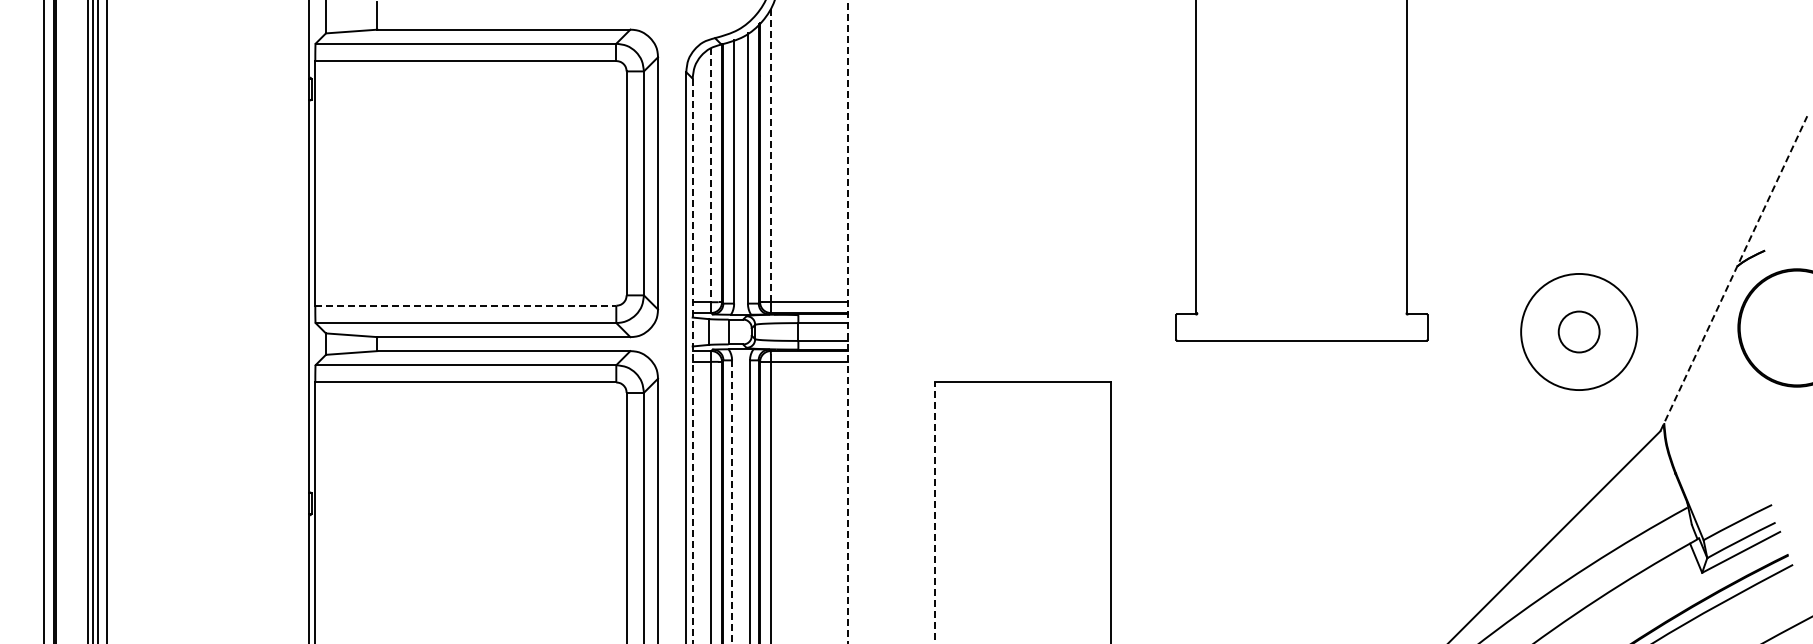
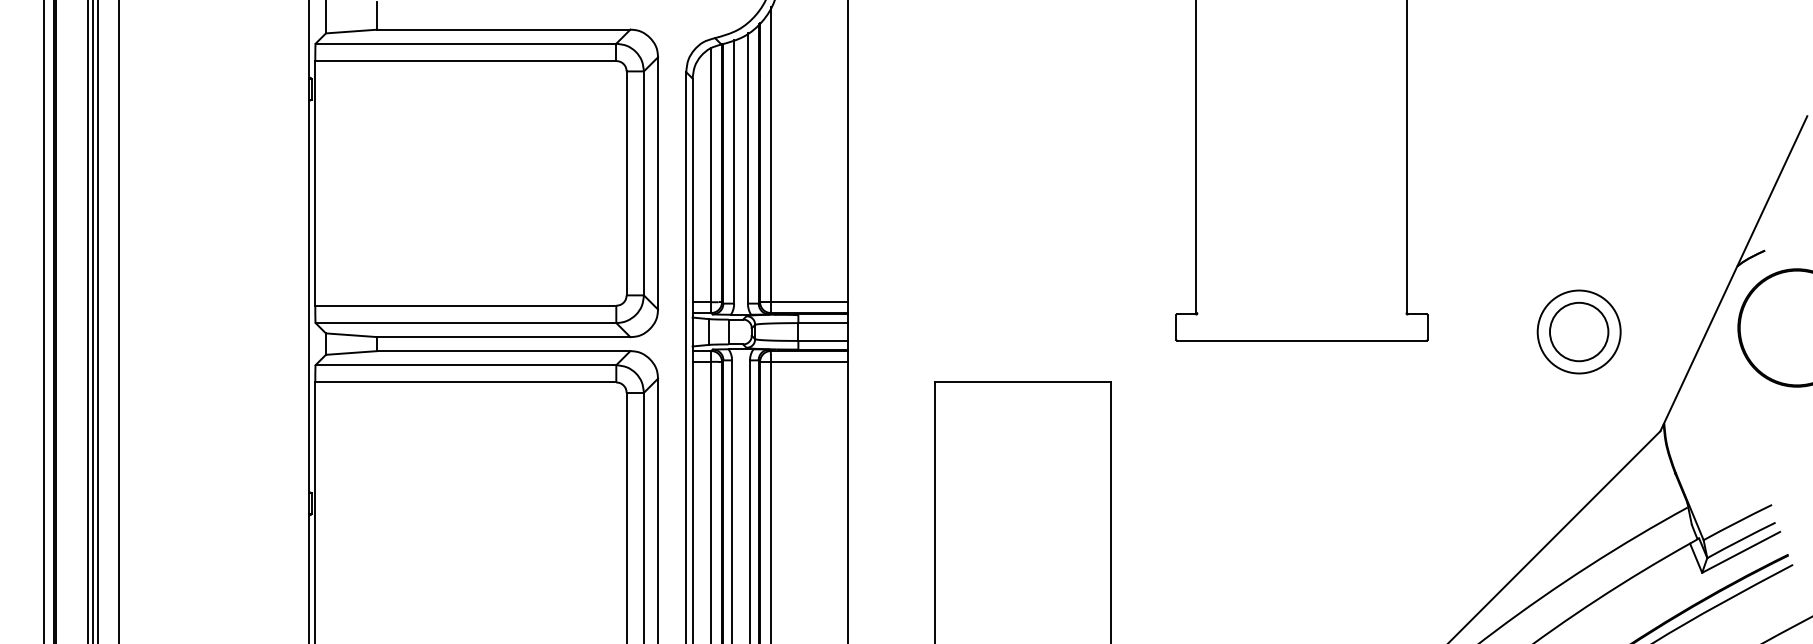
line at (770, 154): dashed -> solid
line at (711, 175): dashed -> solid
line at (1733, 273): dashed -> solid
line at (465, 305): dashed -> solid
line at (106, 321) position: (106, 321) -> (118, 321)
line at (848, 322): dashed -> solid
circle at (1578, 331) diameter: 41 px -> 58 px
circle at (1579, 331) diameter: 116 px -> 83 px
line at (692, 361): dashed -> solid
line at (732, 502): dashed -> solid
line at (934, 513): dashed -> solid
